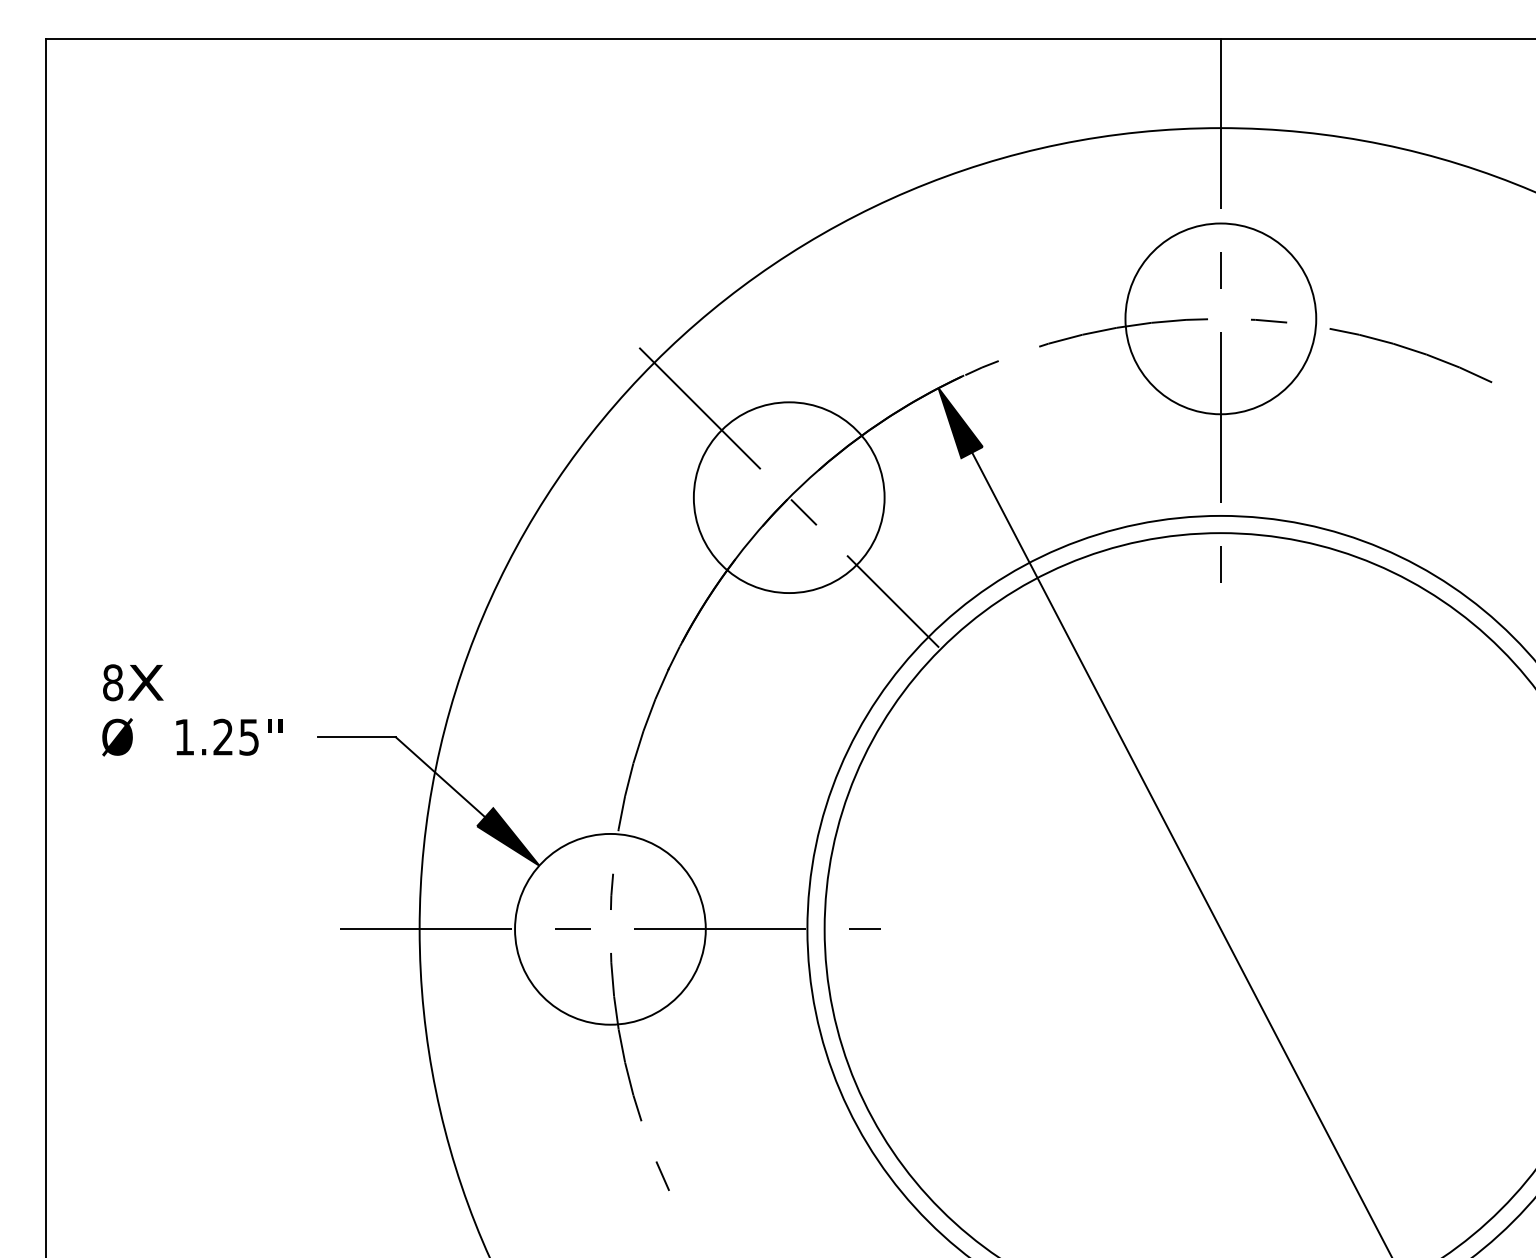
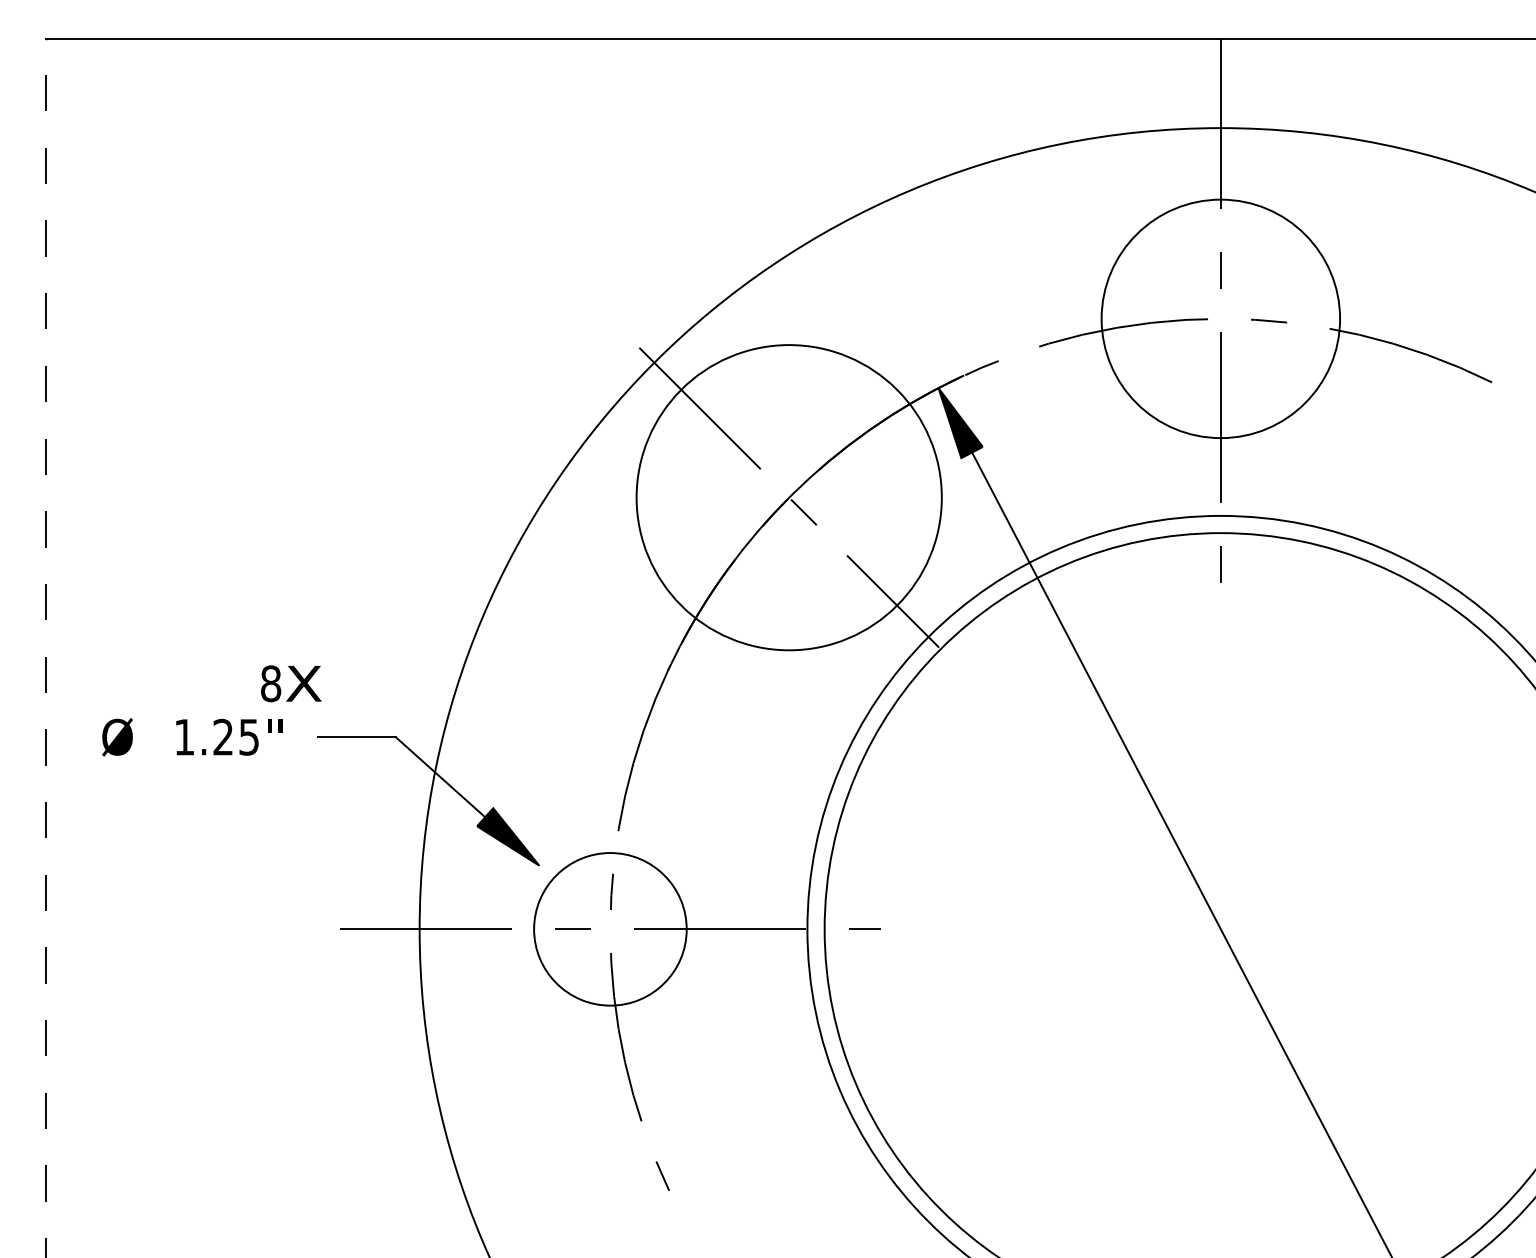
circle at (1220, 318) diameter: 191 px -> 238 px
circle at (788, 497) diameter: 191 px -> 305 px
line at (46, 647): solid -> dashed
text at (133, 682) position: (133, 682) -> (291, 683)
circle at (610, 928) diameter: 191 px -> 153 px
